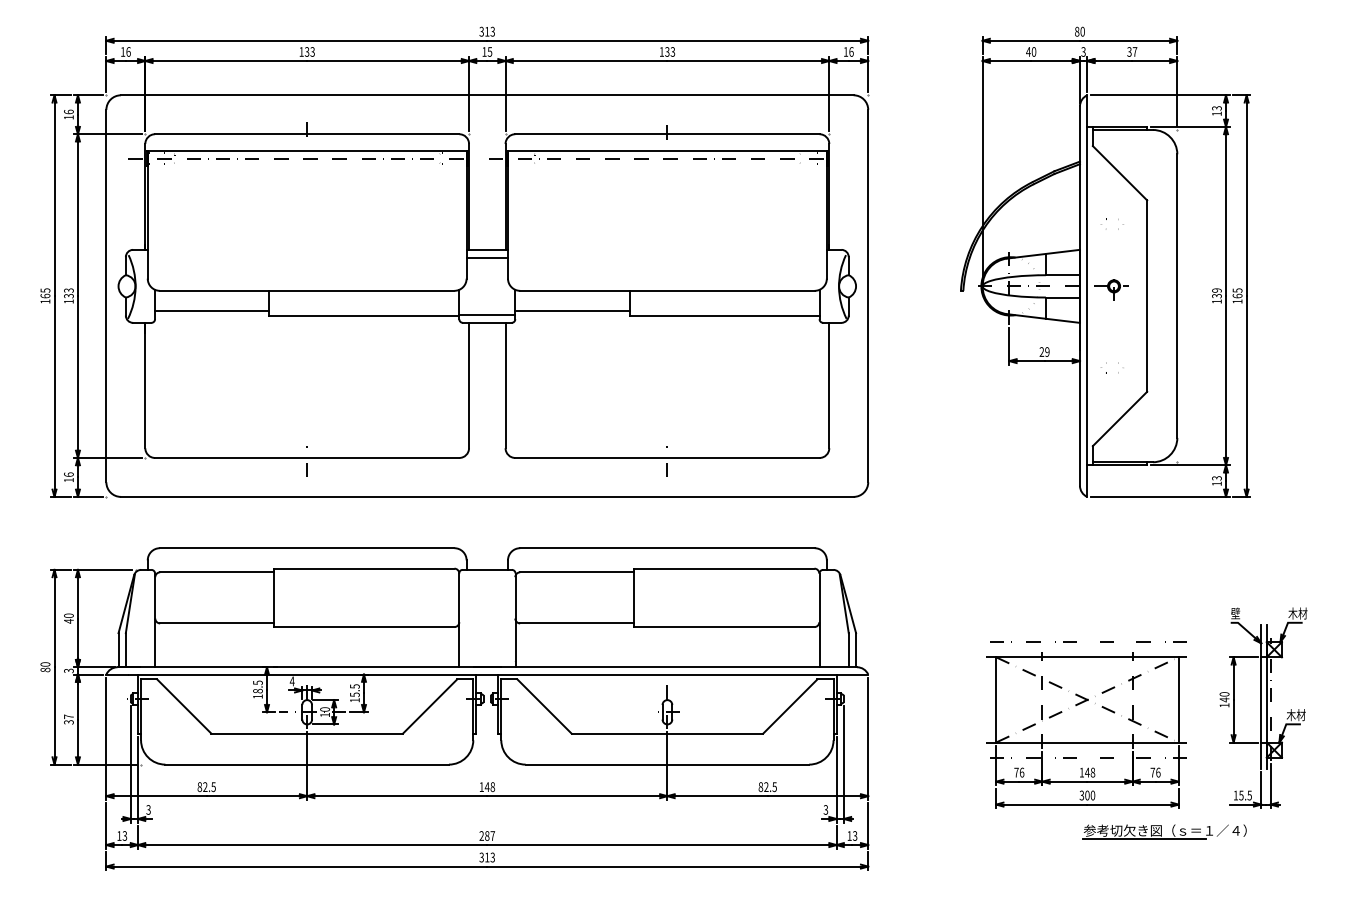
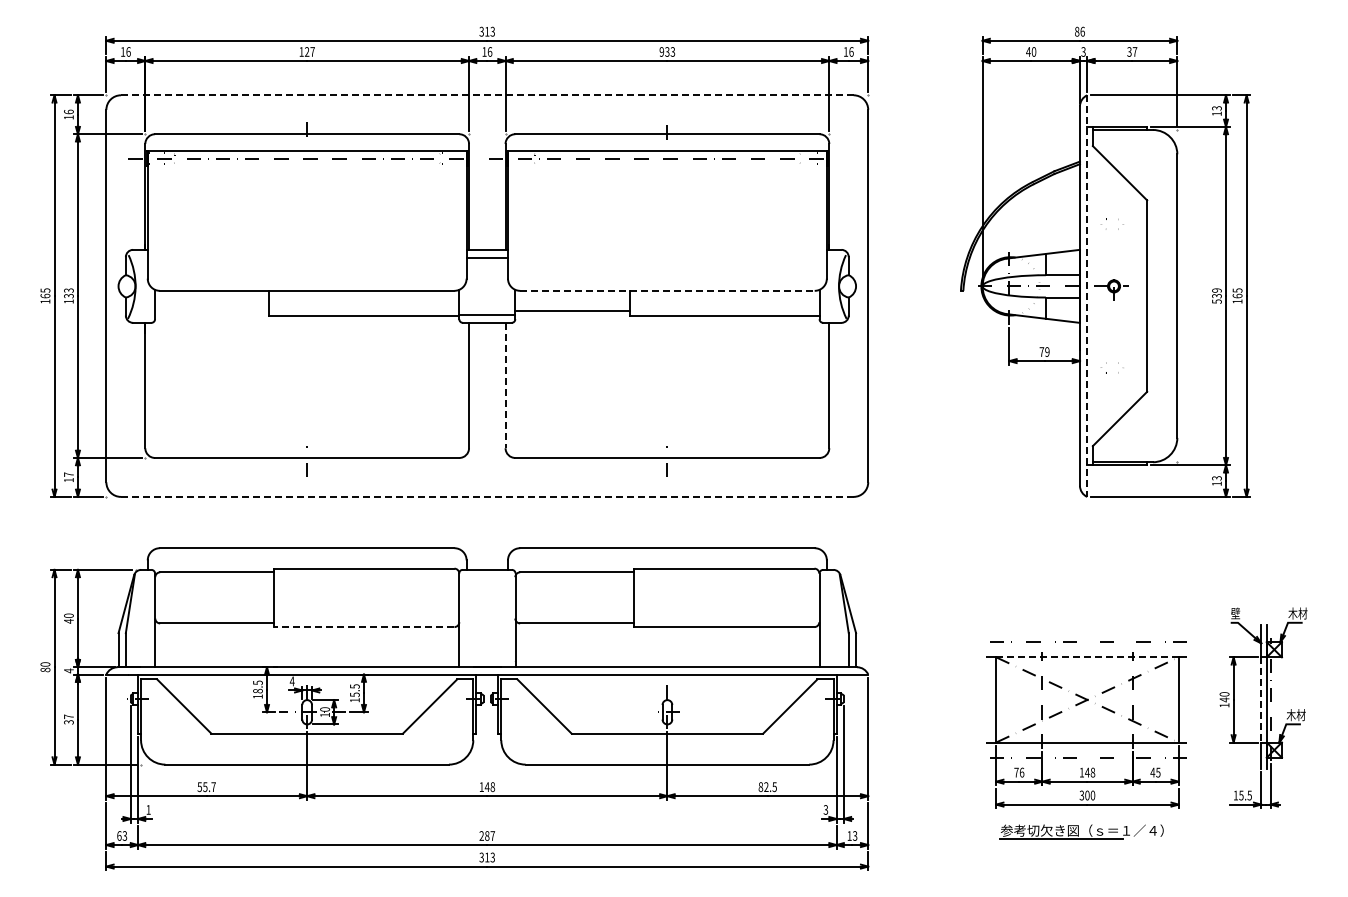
text at (1082, 31): 80 -> 86
text at (309, 51): 133 -> 127
text at (489, 51): 15 -> 16
text at (661, 51): 133 -> 933
line at (487, 95): solid -> dashed
line at (667, 290): solid -> dashed
line at (1087, 296): solid -> dashed
text at (1216, 301): 139 -> 539
line at (212, 310): present -> none
text at (1041, 351): 29 -> 79
line at (505, 385): solid -> dashed
text at (68, 474): 16 -> 17
line at (487, 496): solid -> dashed
line at (363, 627): solid -> dashed
line at (1086, 657): solid -> dashed
text at (68, 670): 3 -> 4
line at (1261, 699): solid -> dashed
text at (1155, 772): 76 -> 45
text at (206, 787): 82.5 -> 55.7
text at (148, 809): 3 -> 1
part at (1164, 831) position: (1164, 831) -> (1081, 831)
text at (119, 835): 13 -> 63
